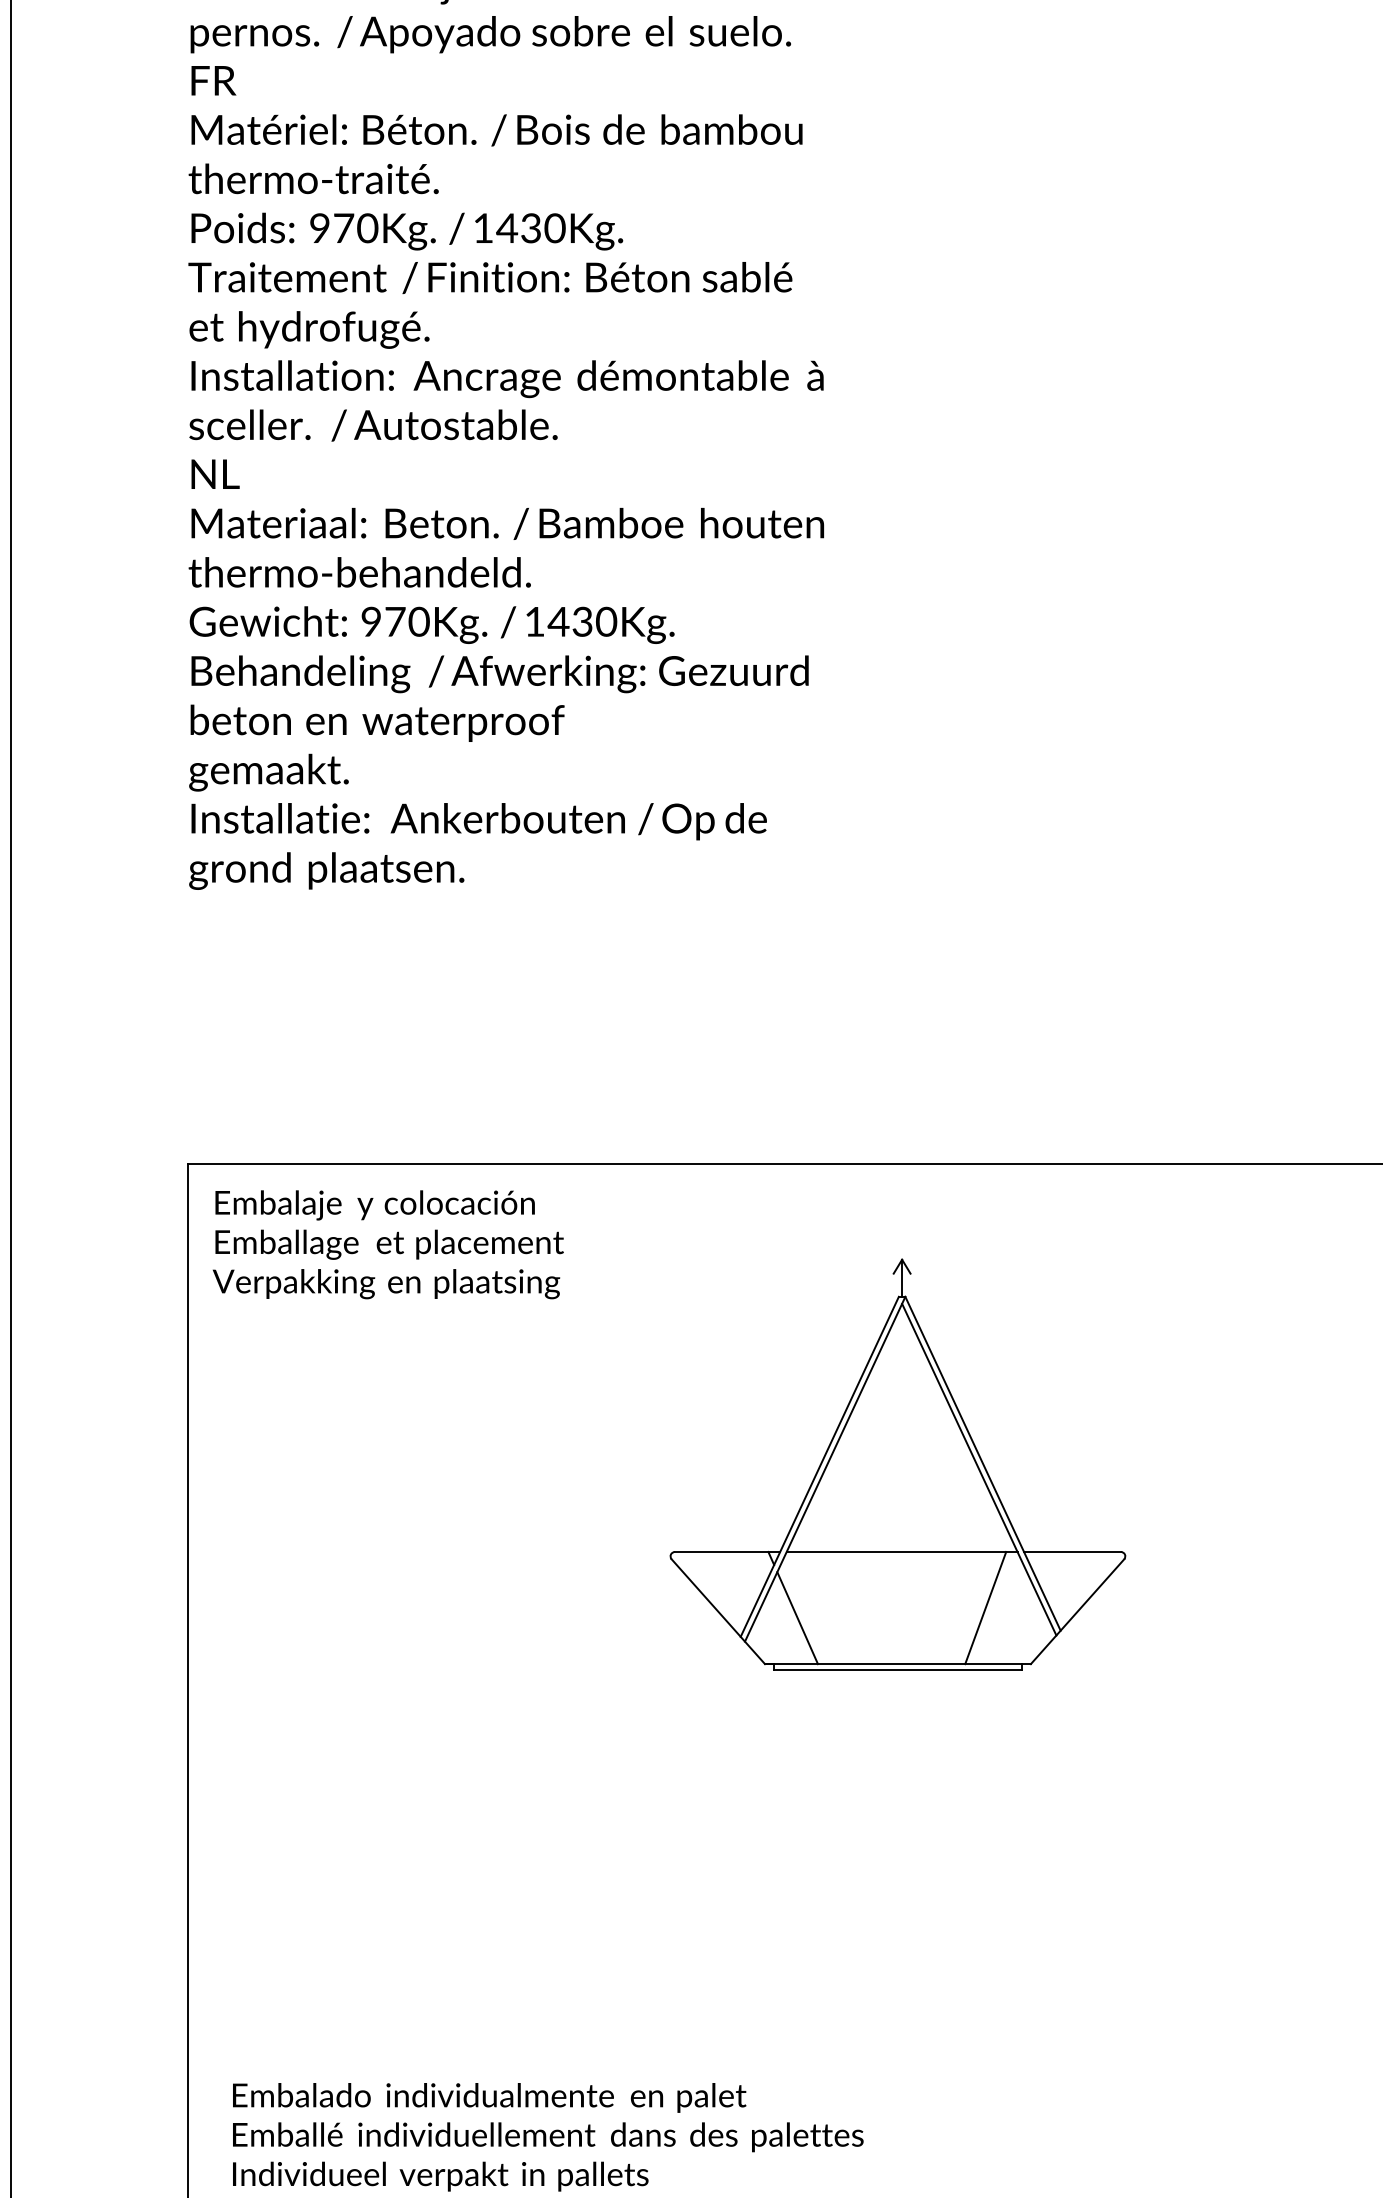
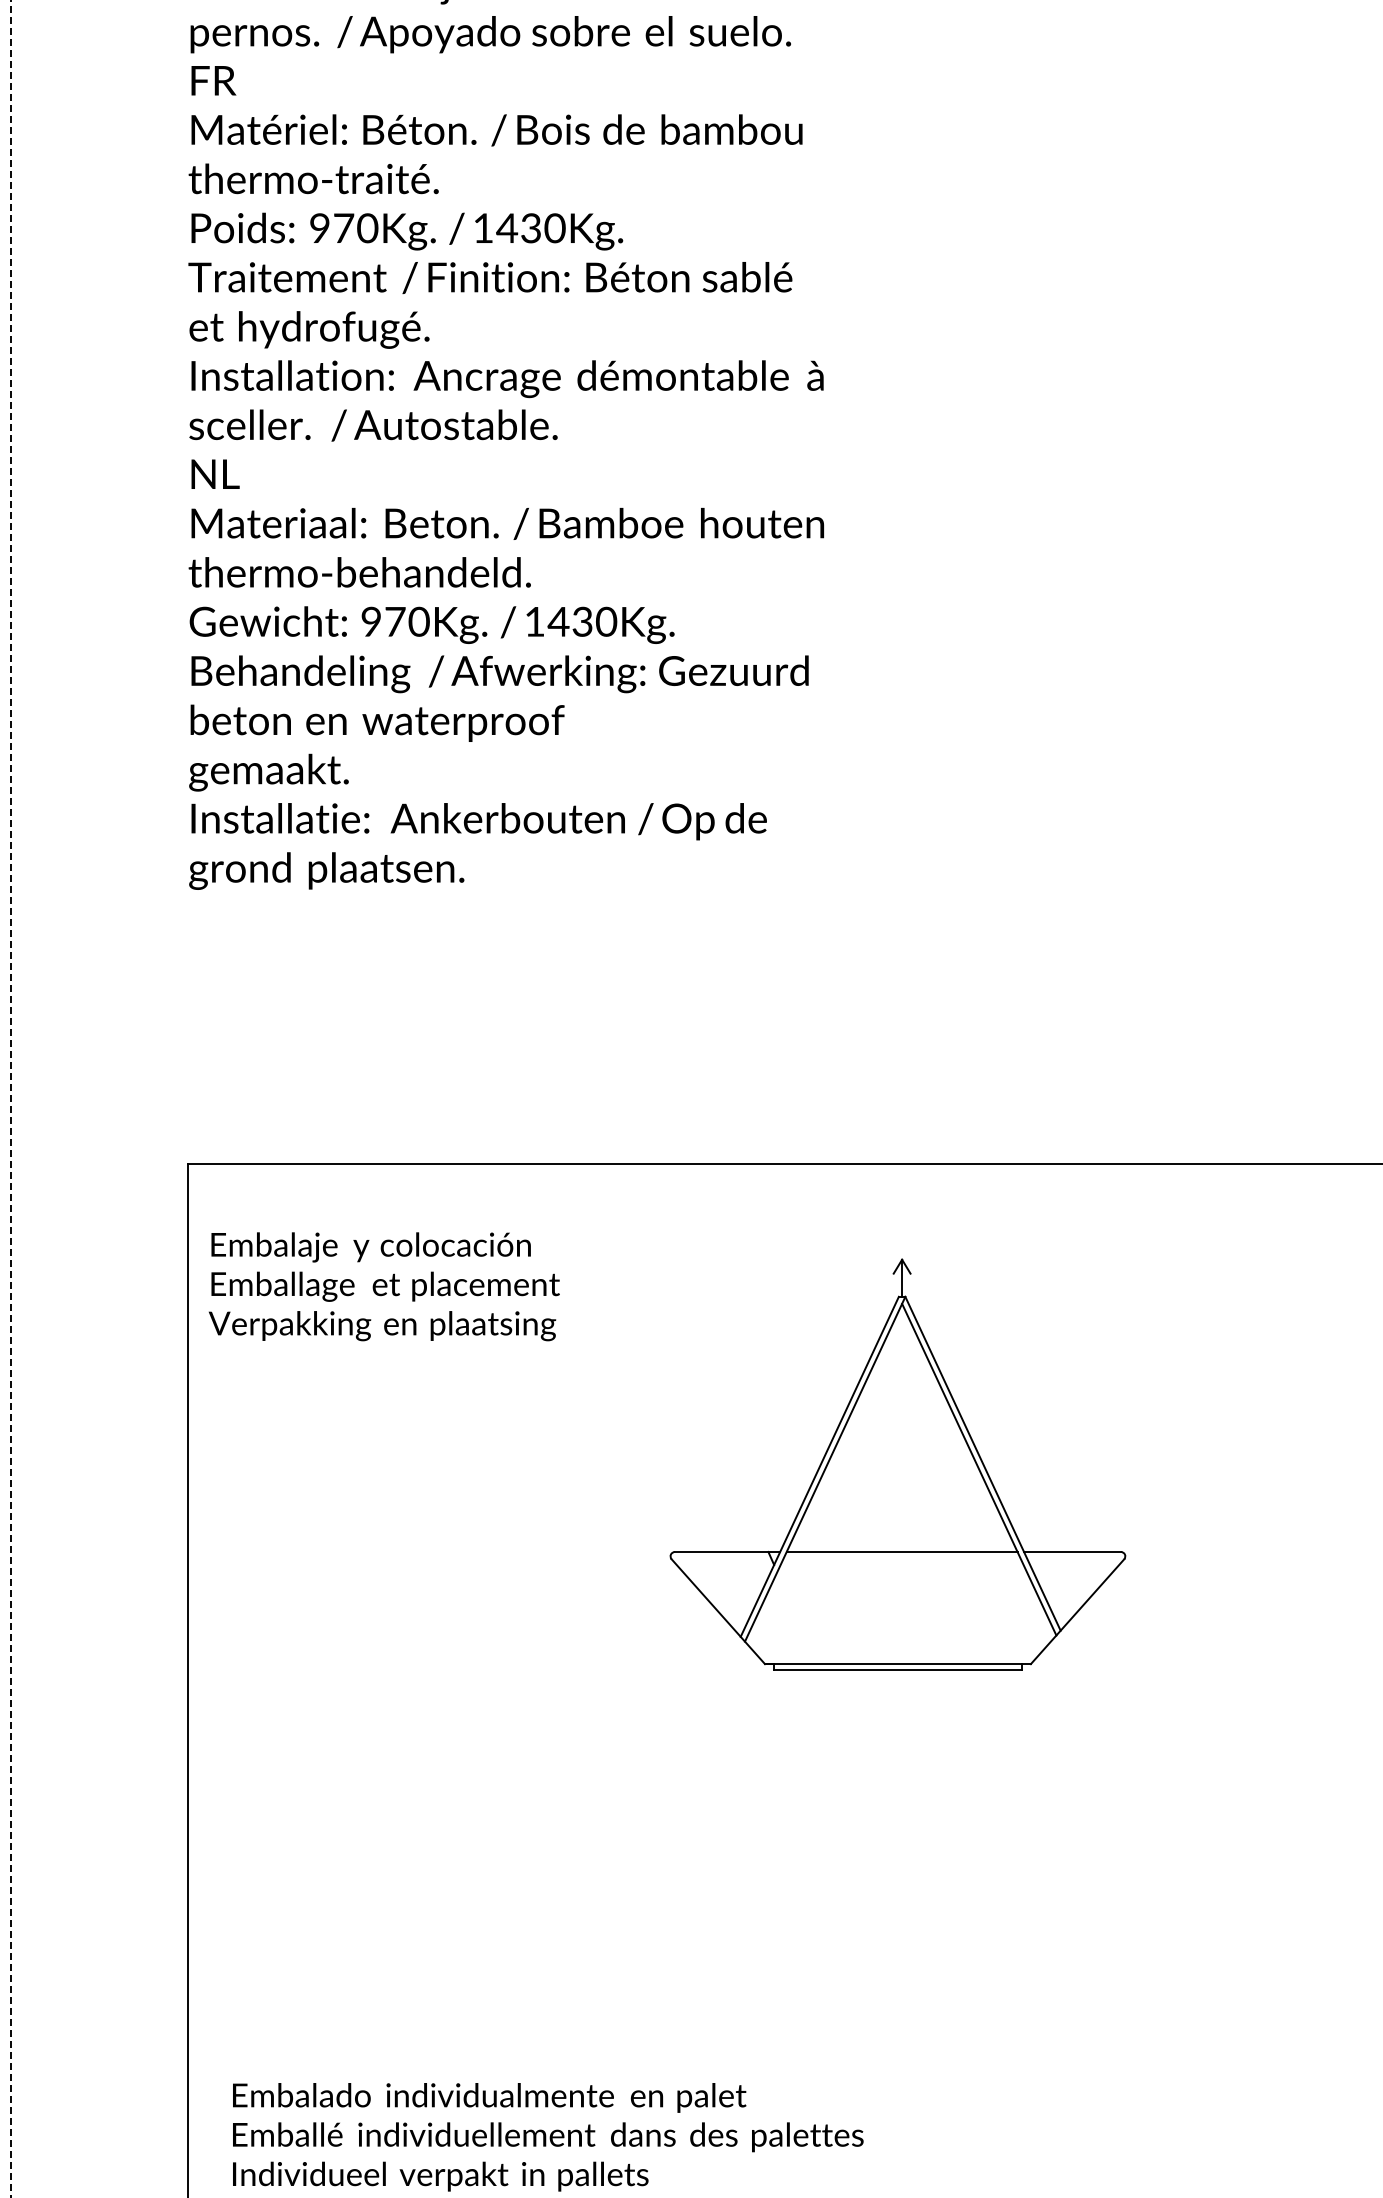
line at (10, 1099): solid -> dashed
text at (388, 1244) position: (388, 1244) -> (384, 1286)
line at (985, 1607): present -> none
line at (797, 1618): present -> none
